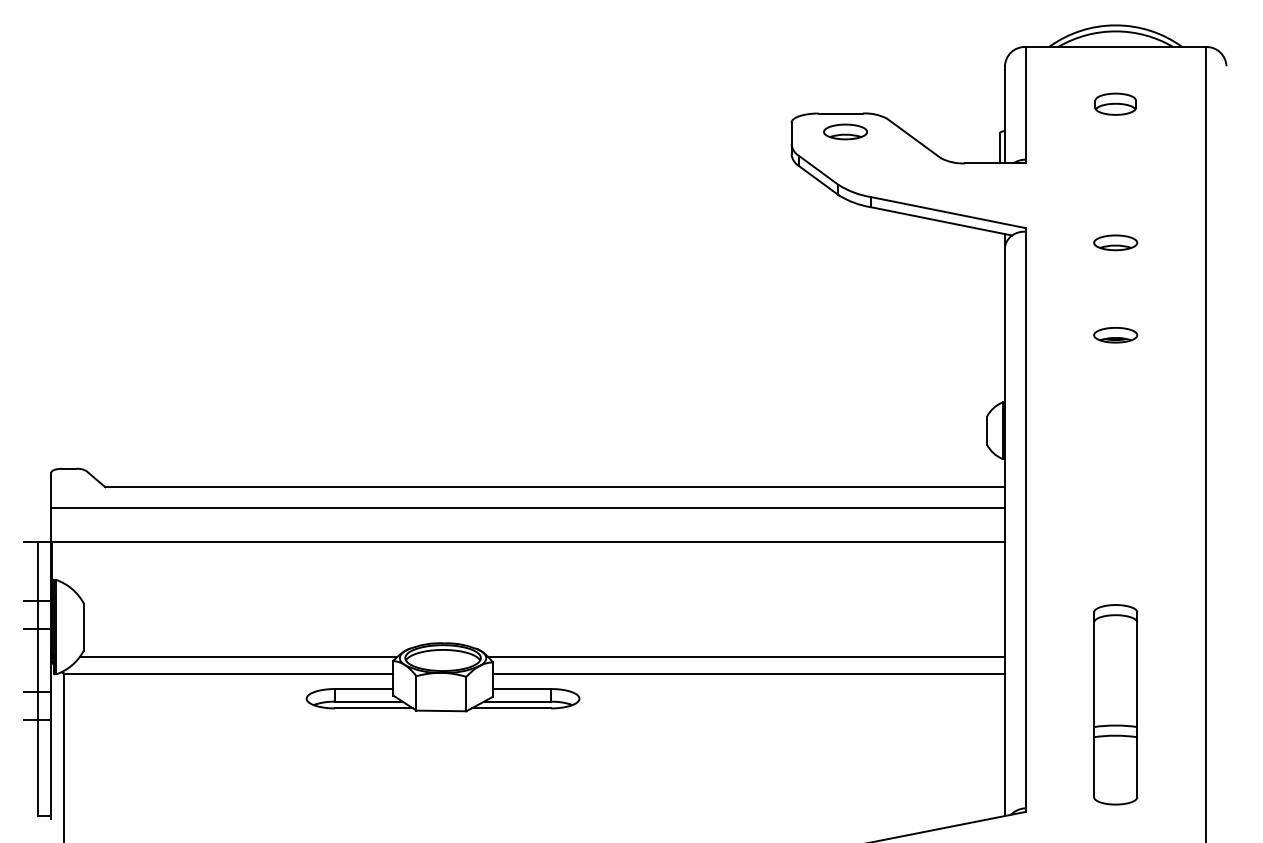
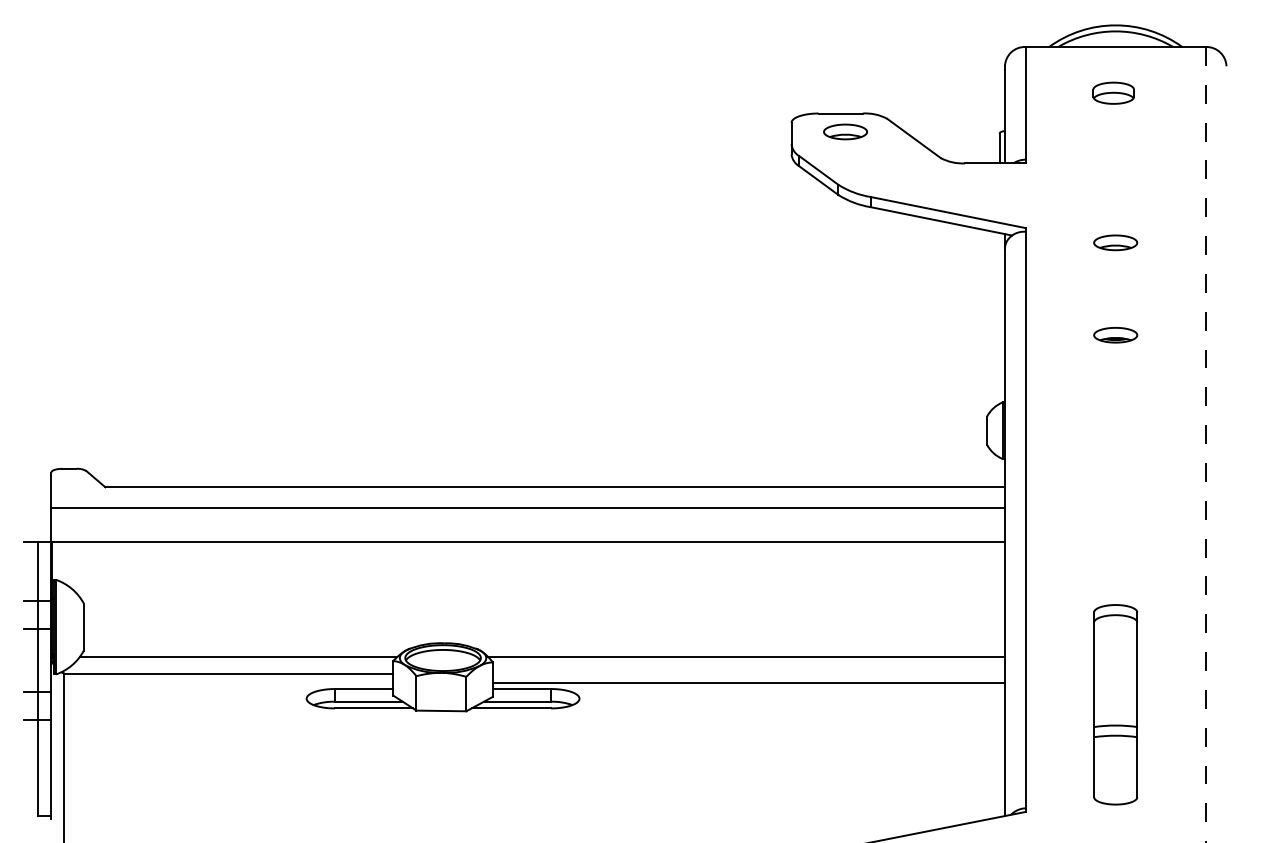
part at (1115, 103) position: (1115, 103) -> (1113, 92)
line at (1205, 444): solid -> dashed
line at (748, 673) position: (748, 673) -> (748, 682)
